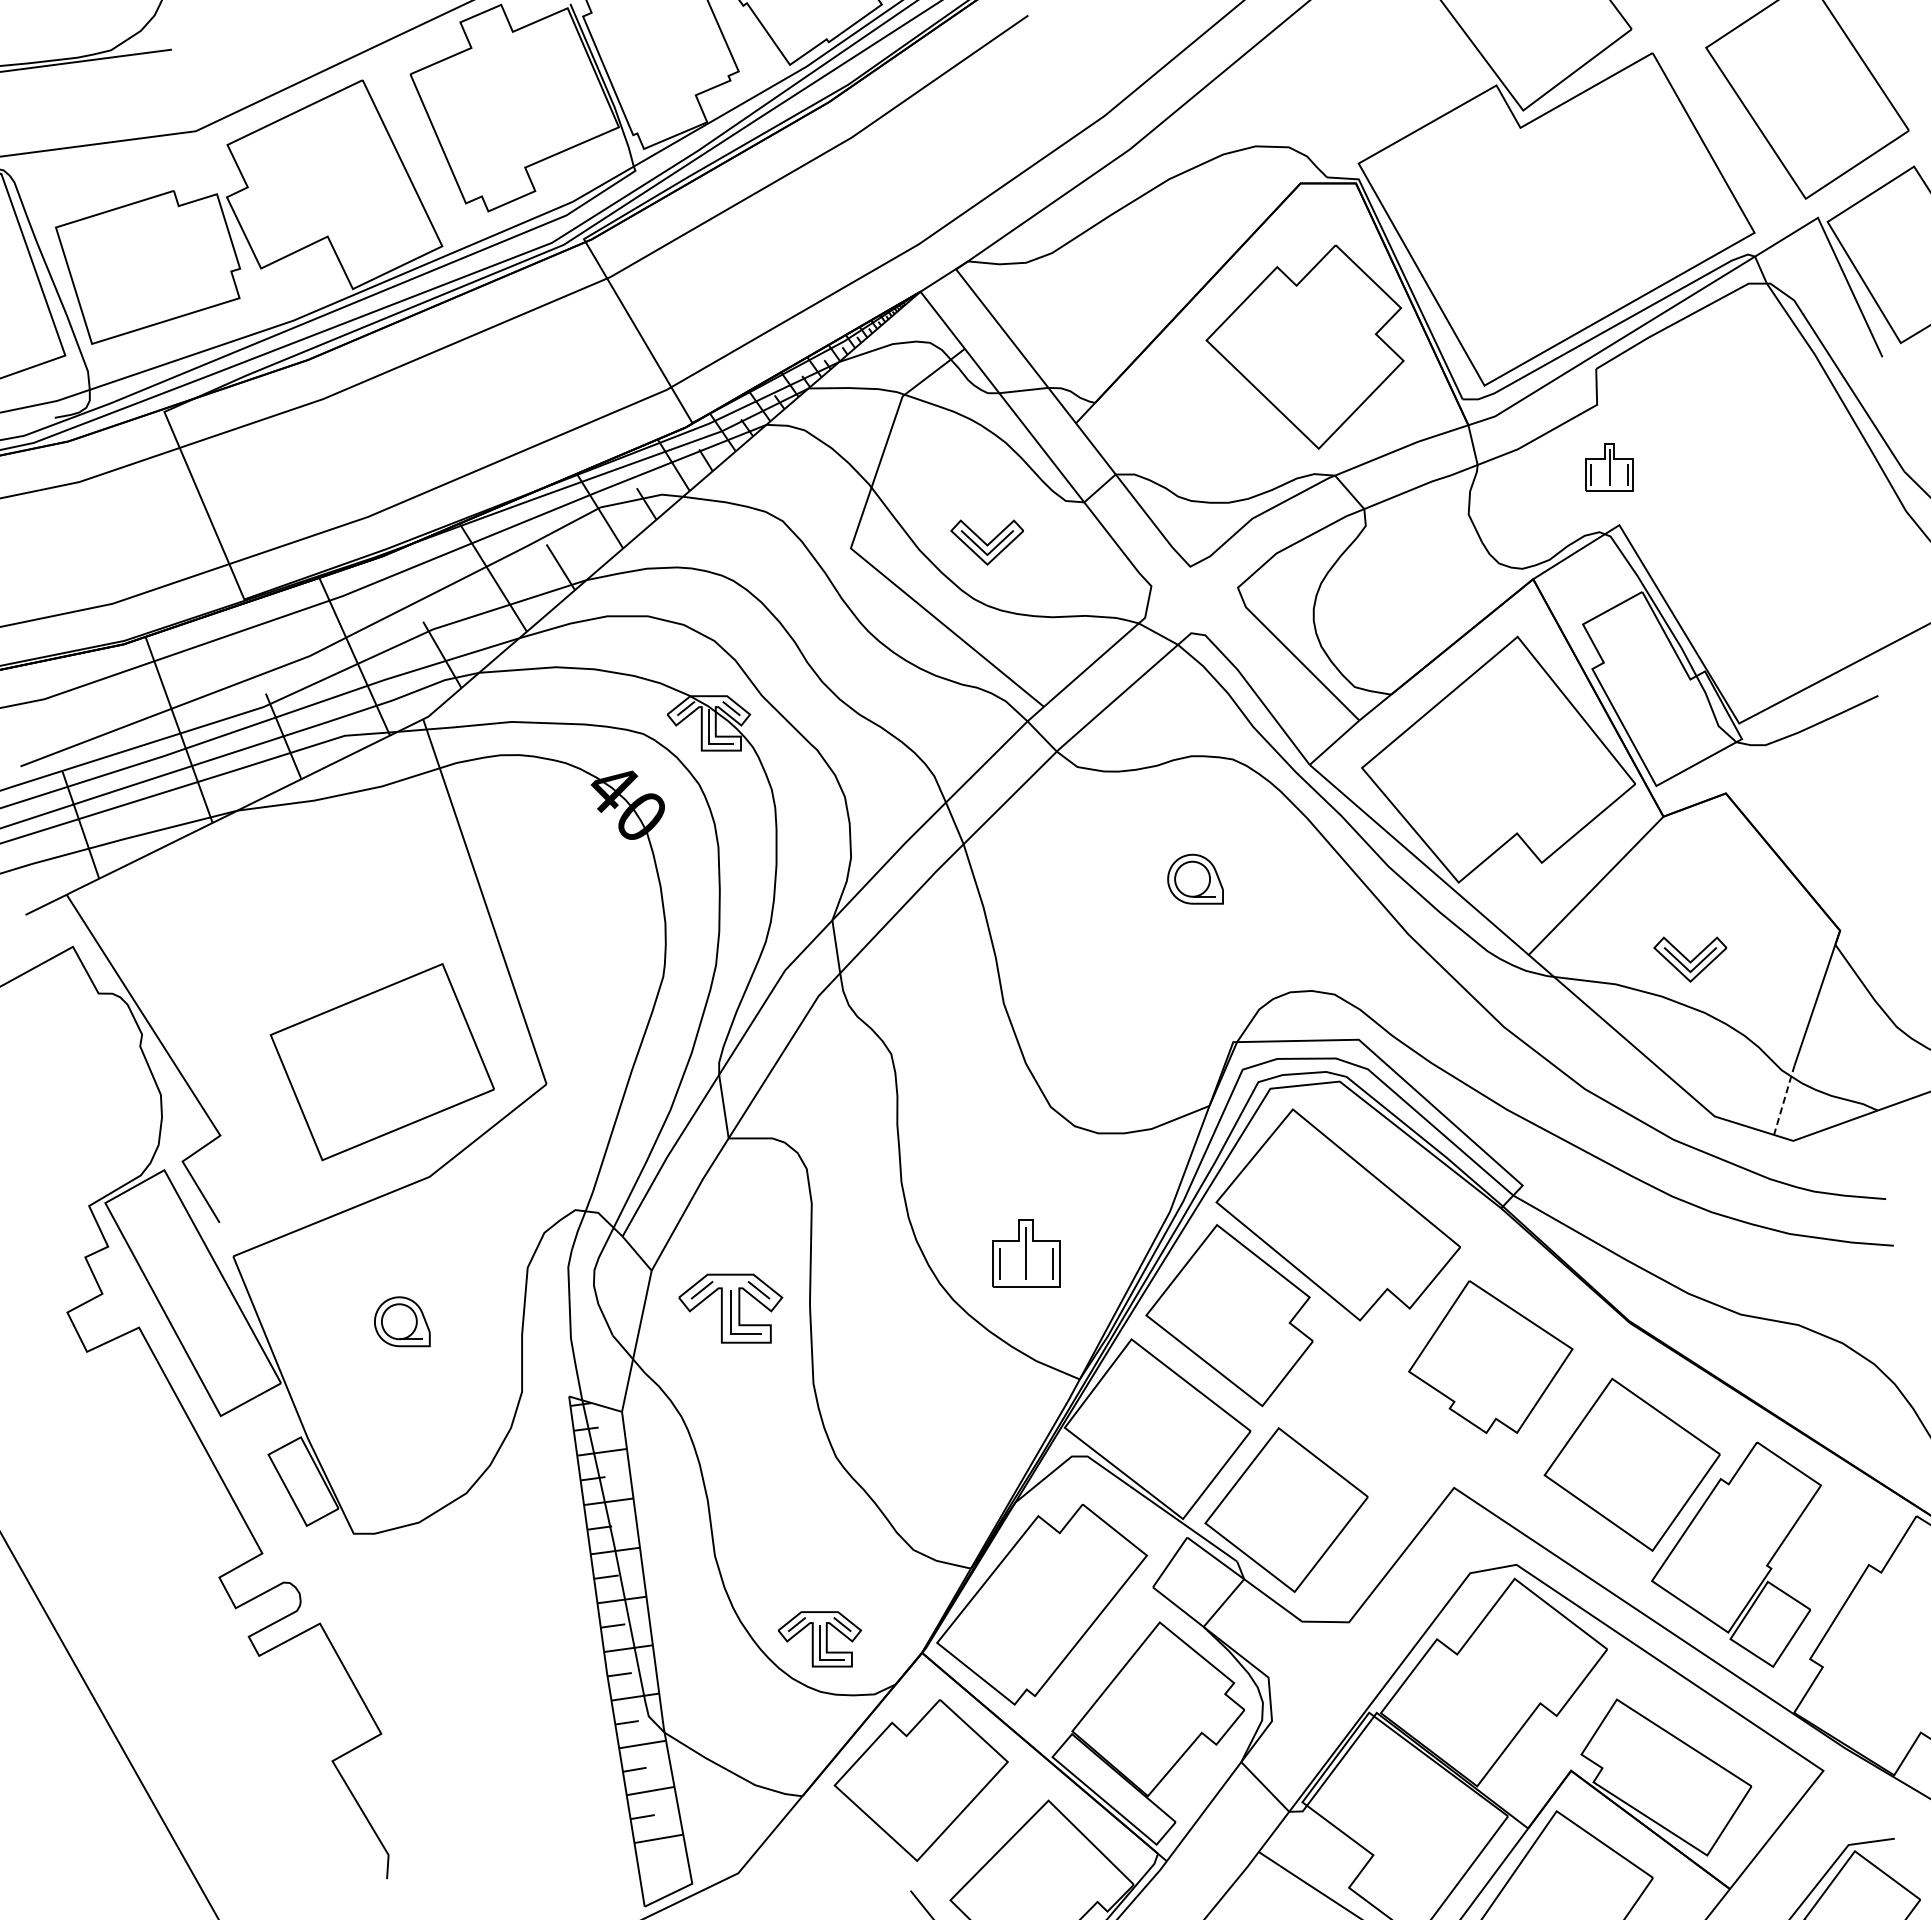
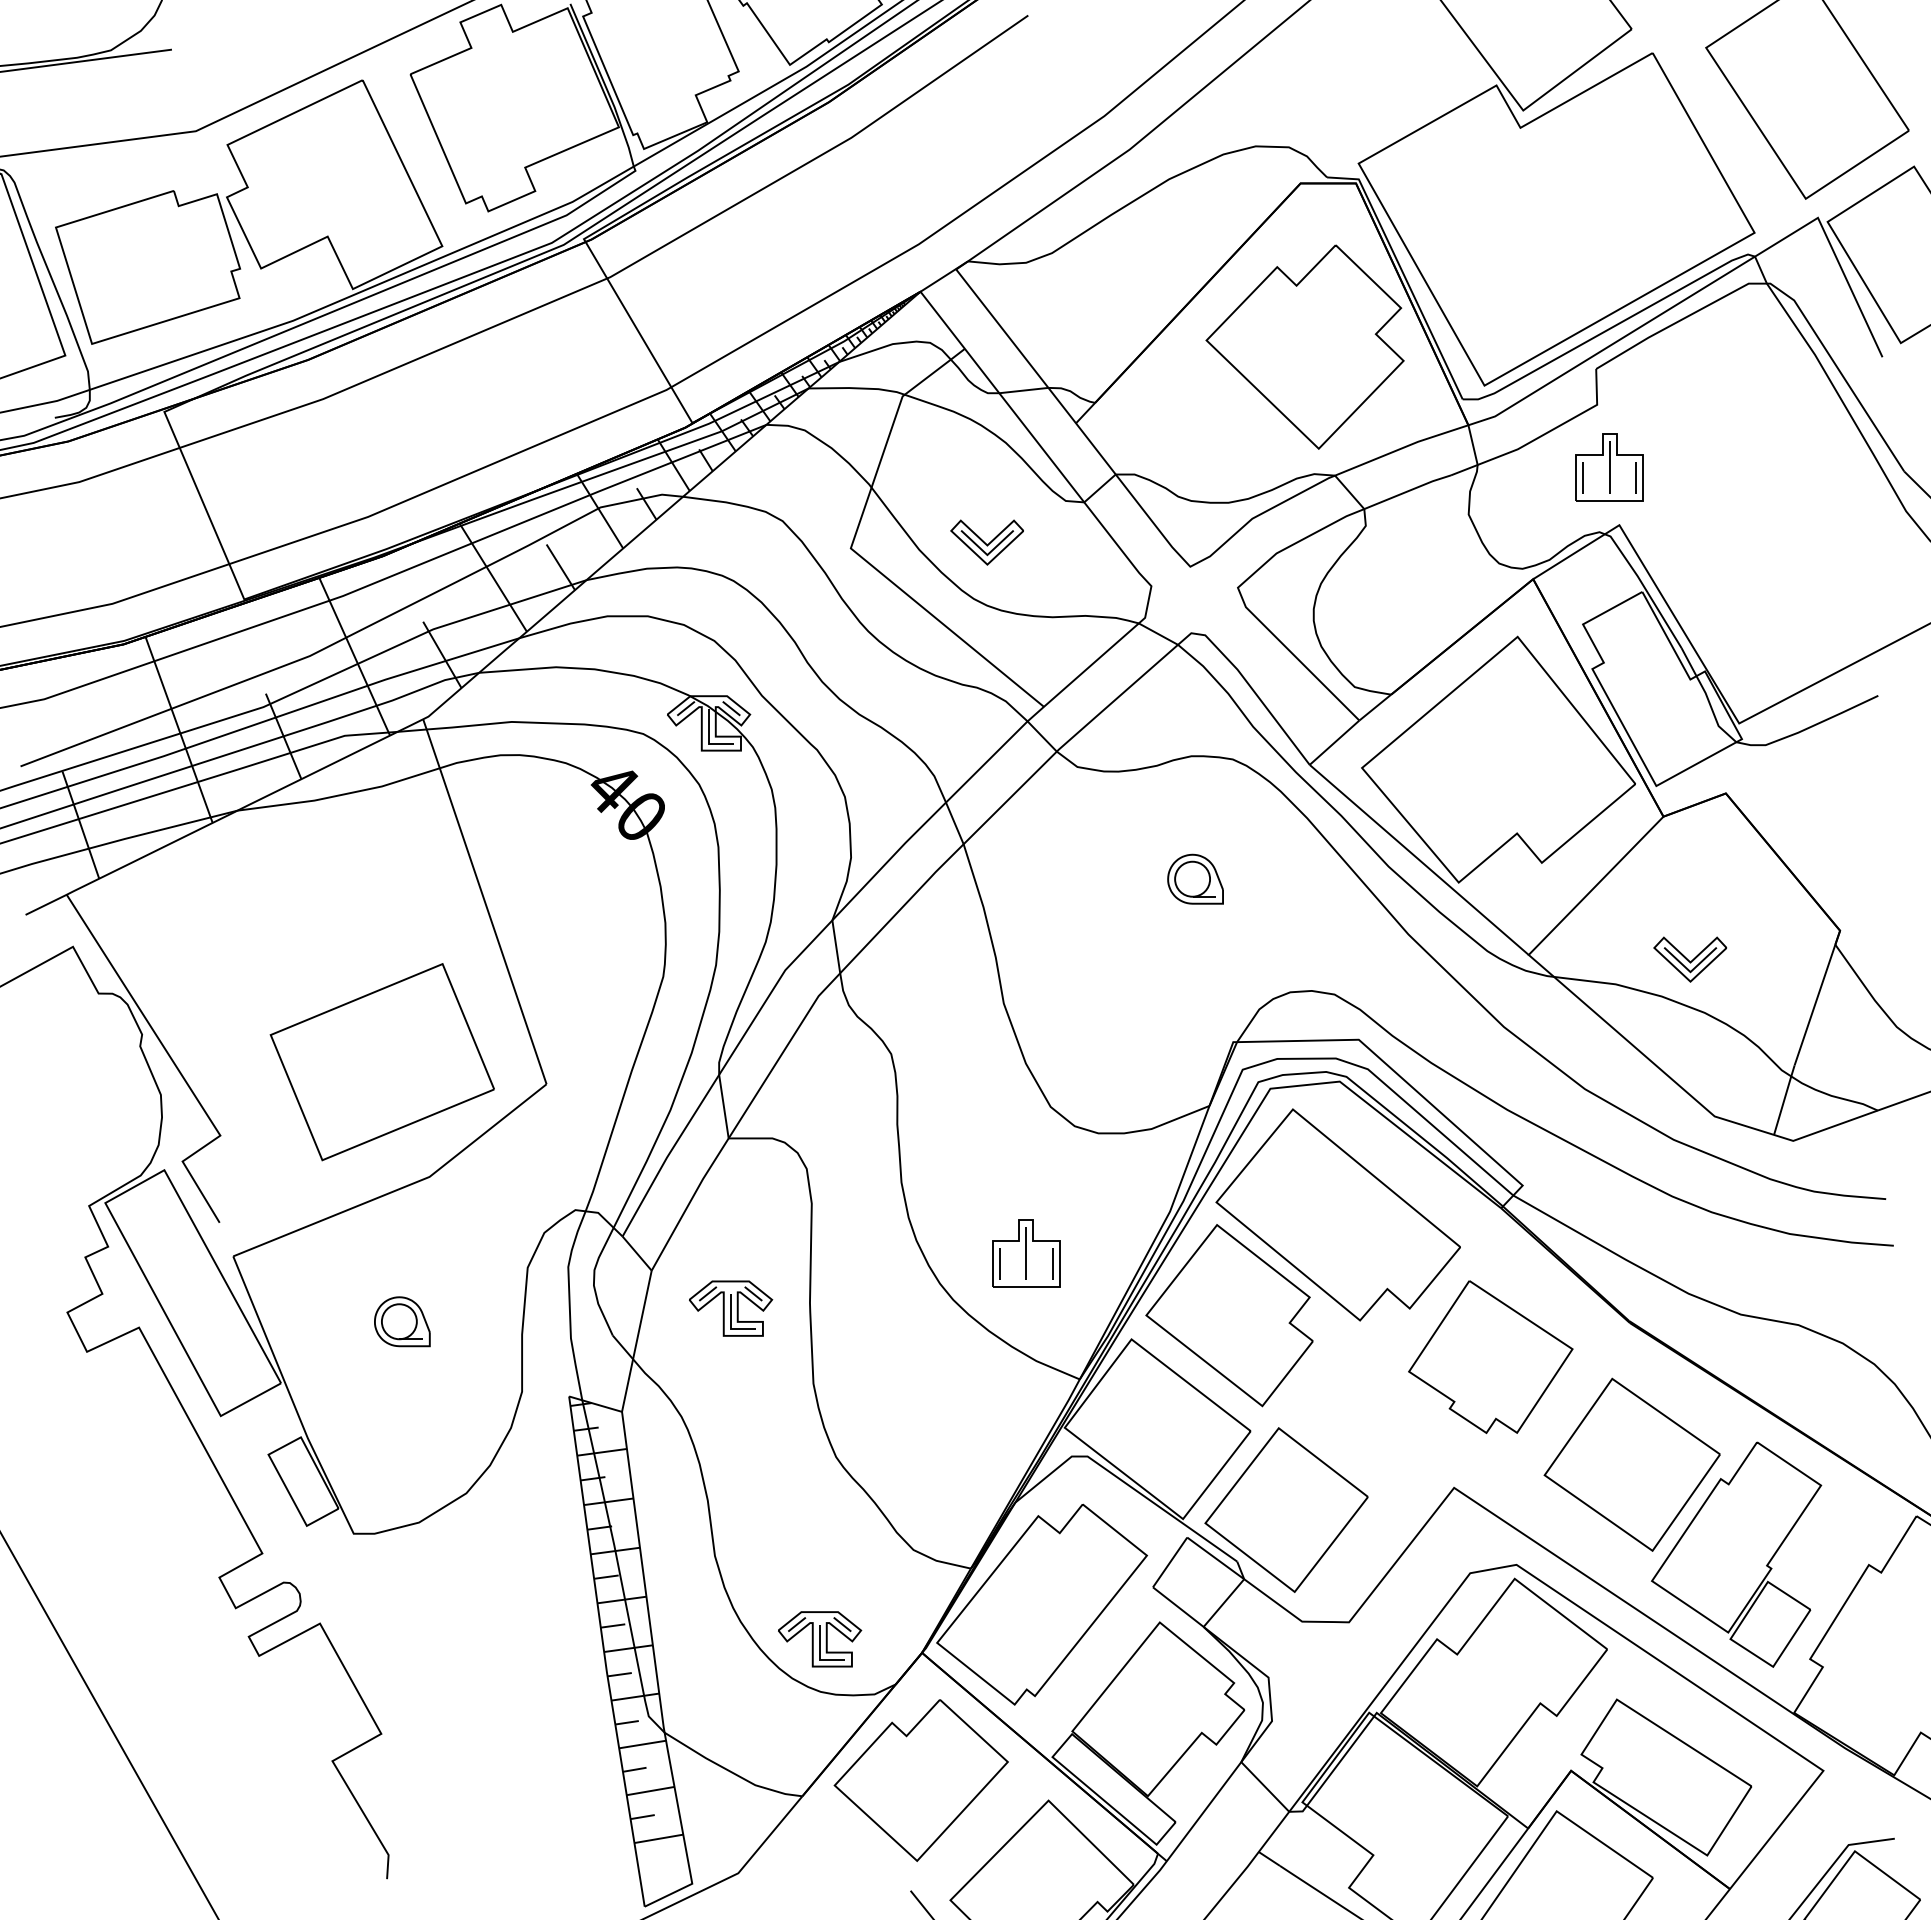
part at (1609, 467) size: 49x49 px -> 69x69 px
line at (1784, 1099): dashed -> solid
part at (730, 1308) size: 106x71 px -> 85x57 px
